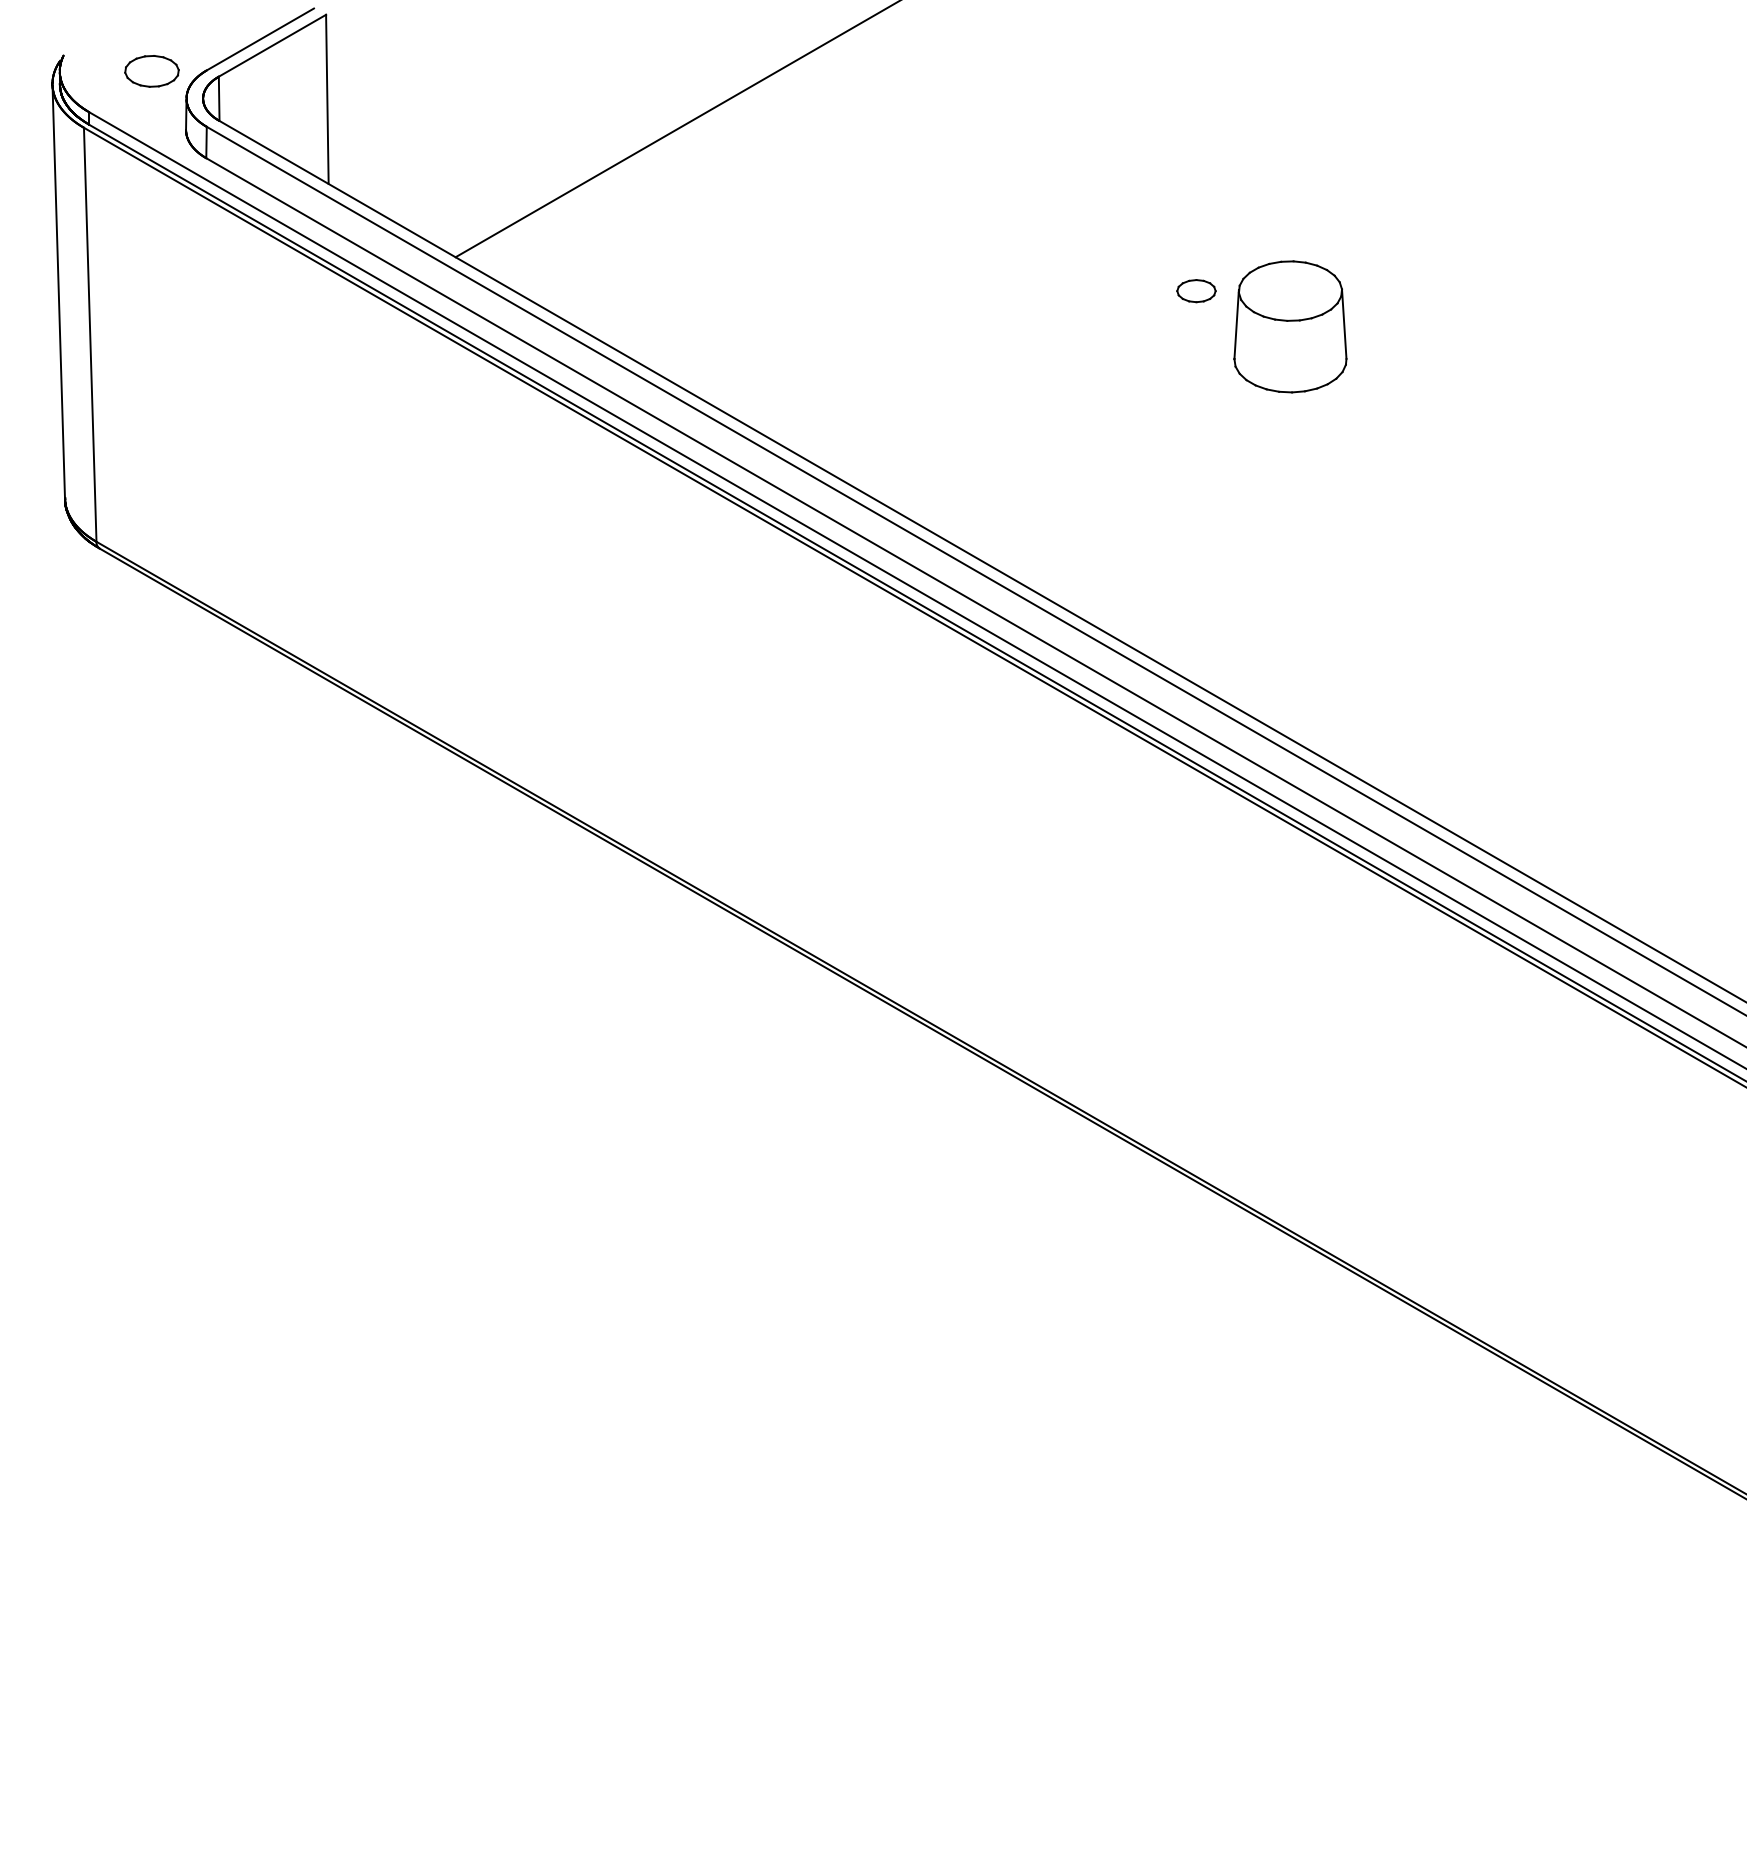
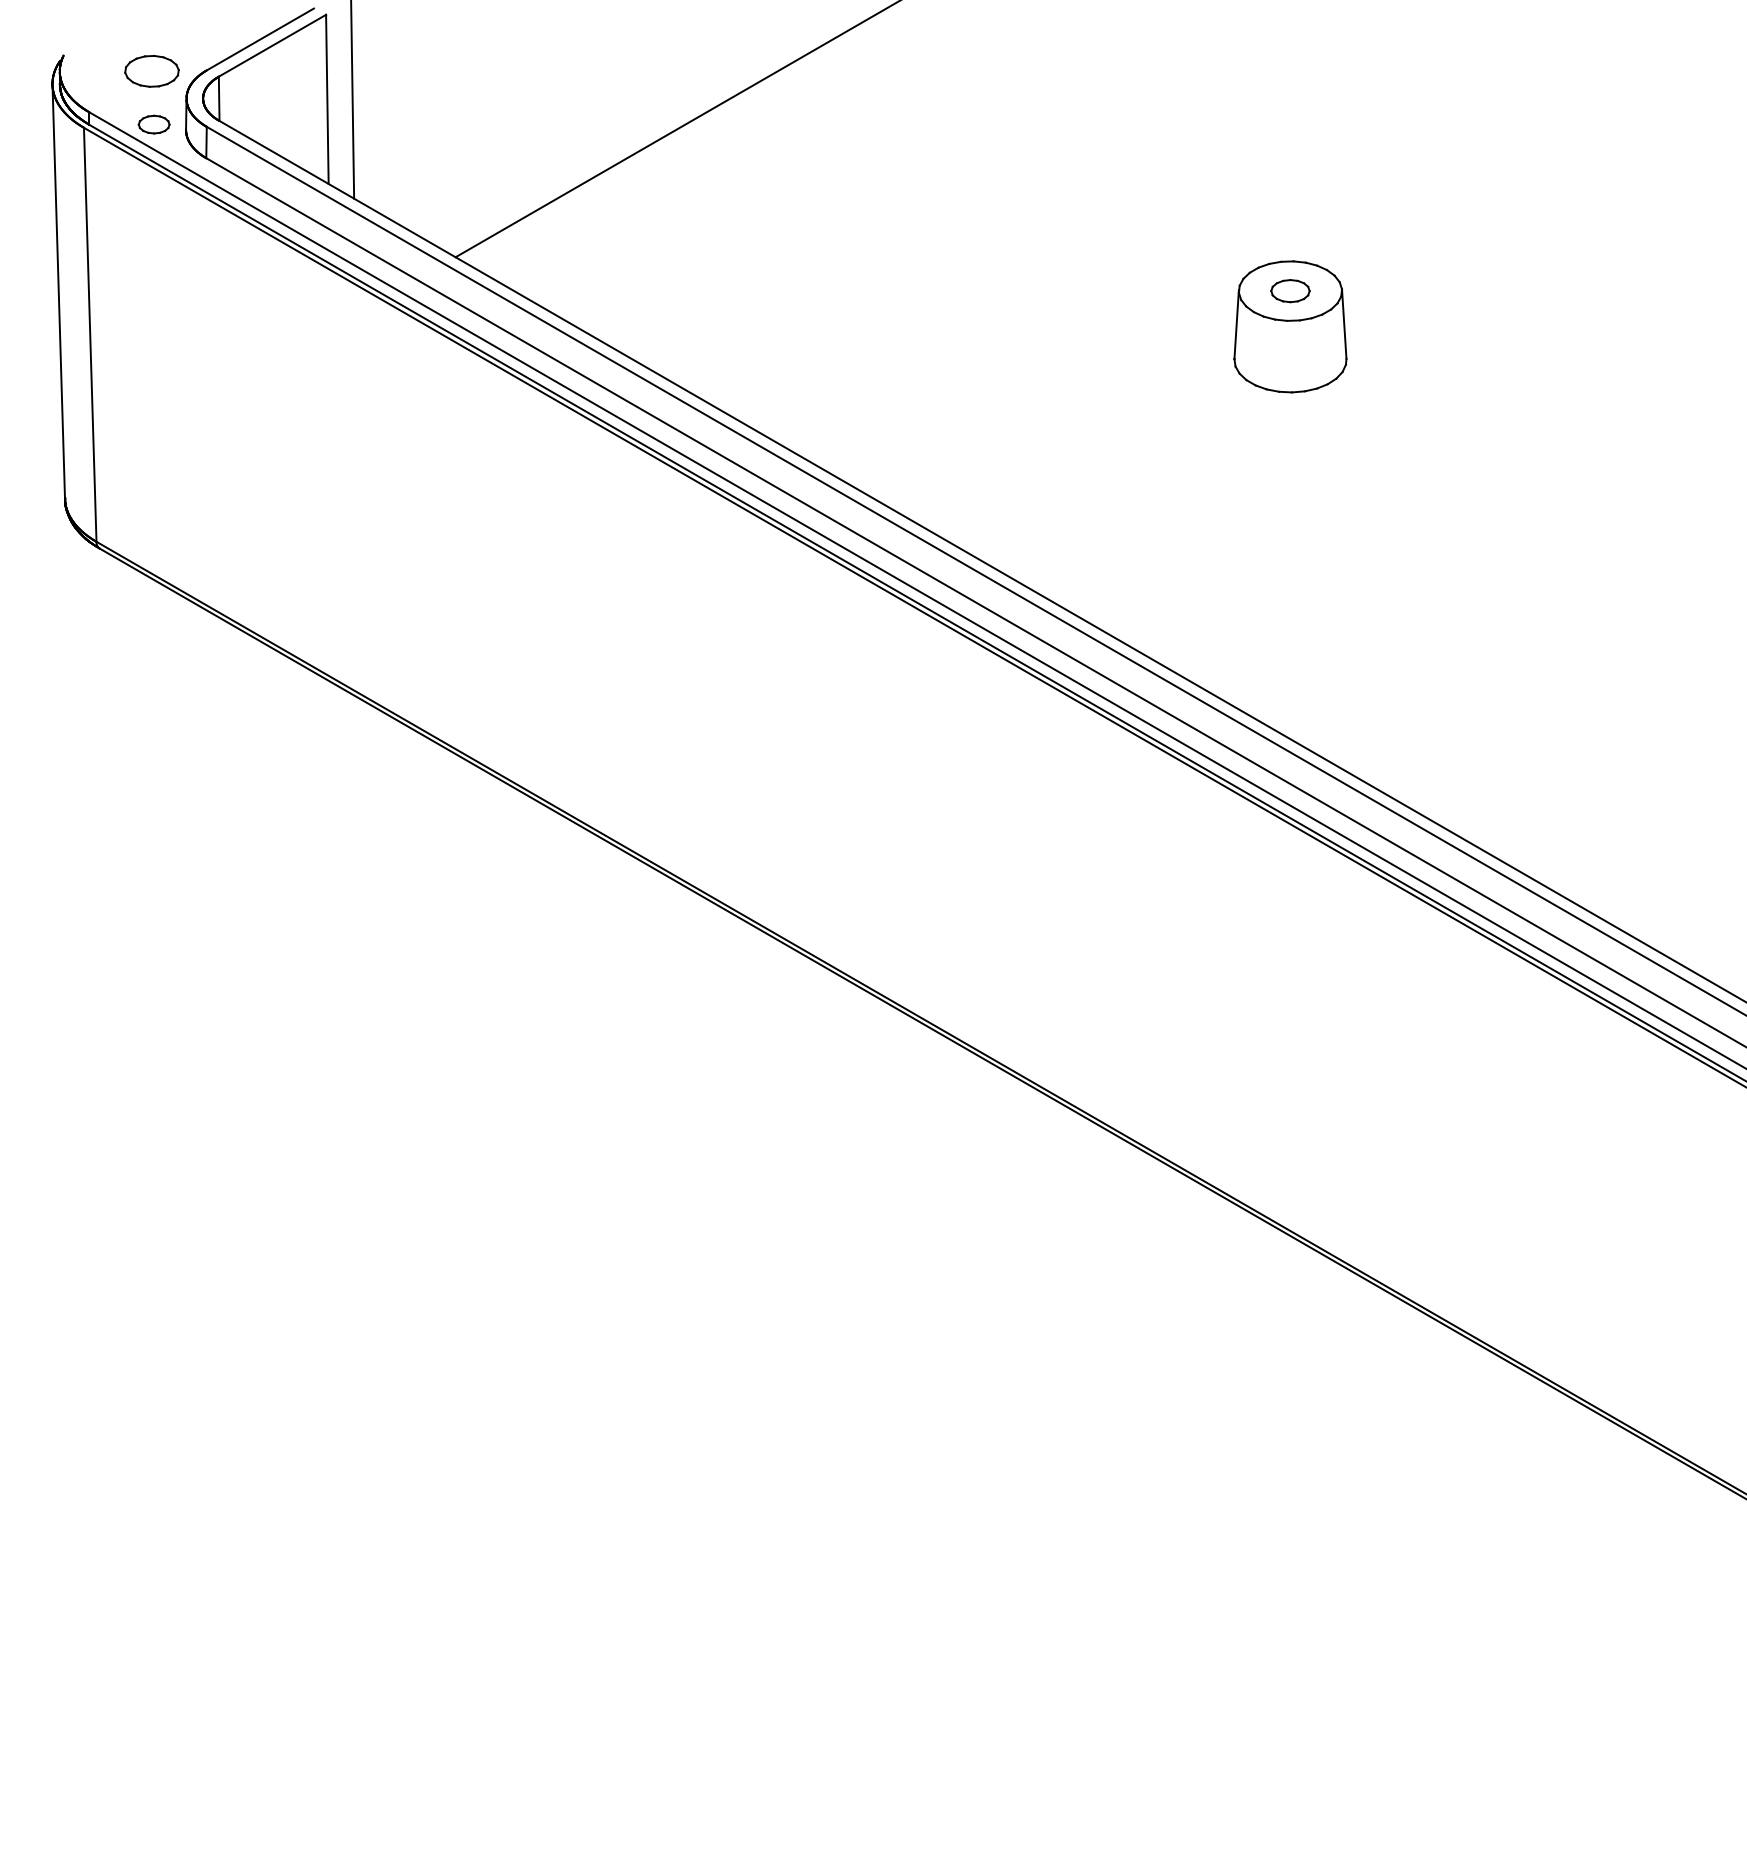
line at (352, 100): none -> present
part at (153, 124): none -> present
part at (1196, 291) position: (1196, 291) -> (1290, 291)
